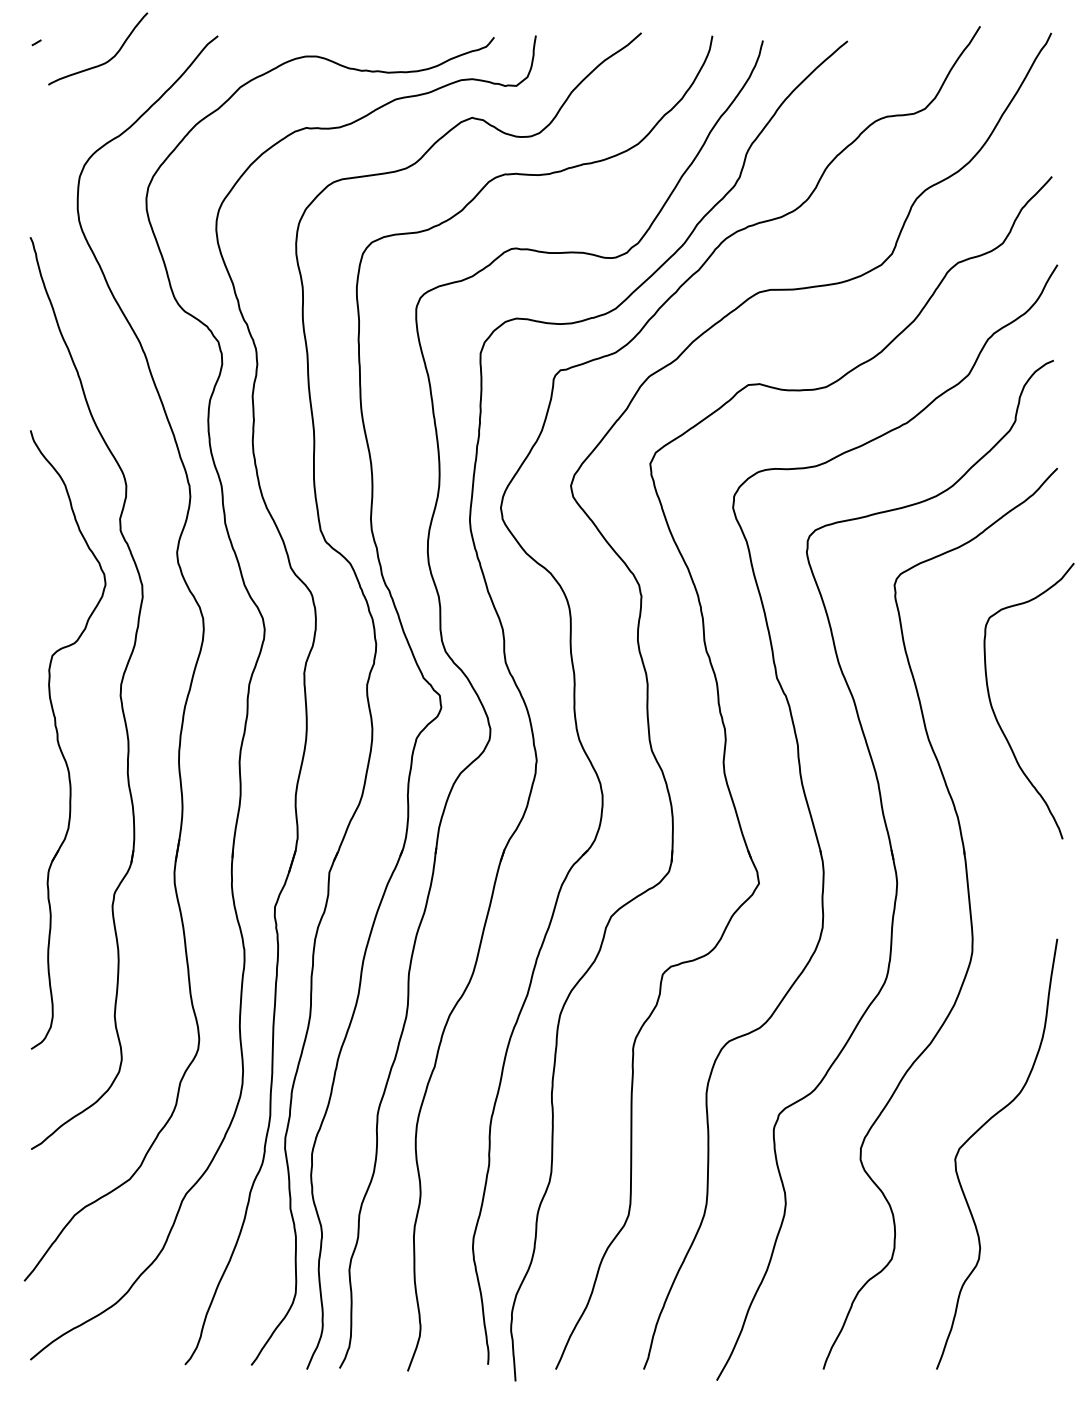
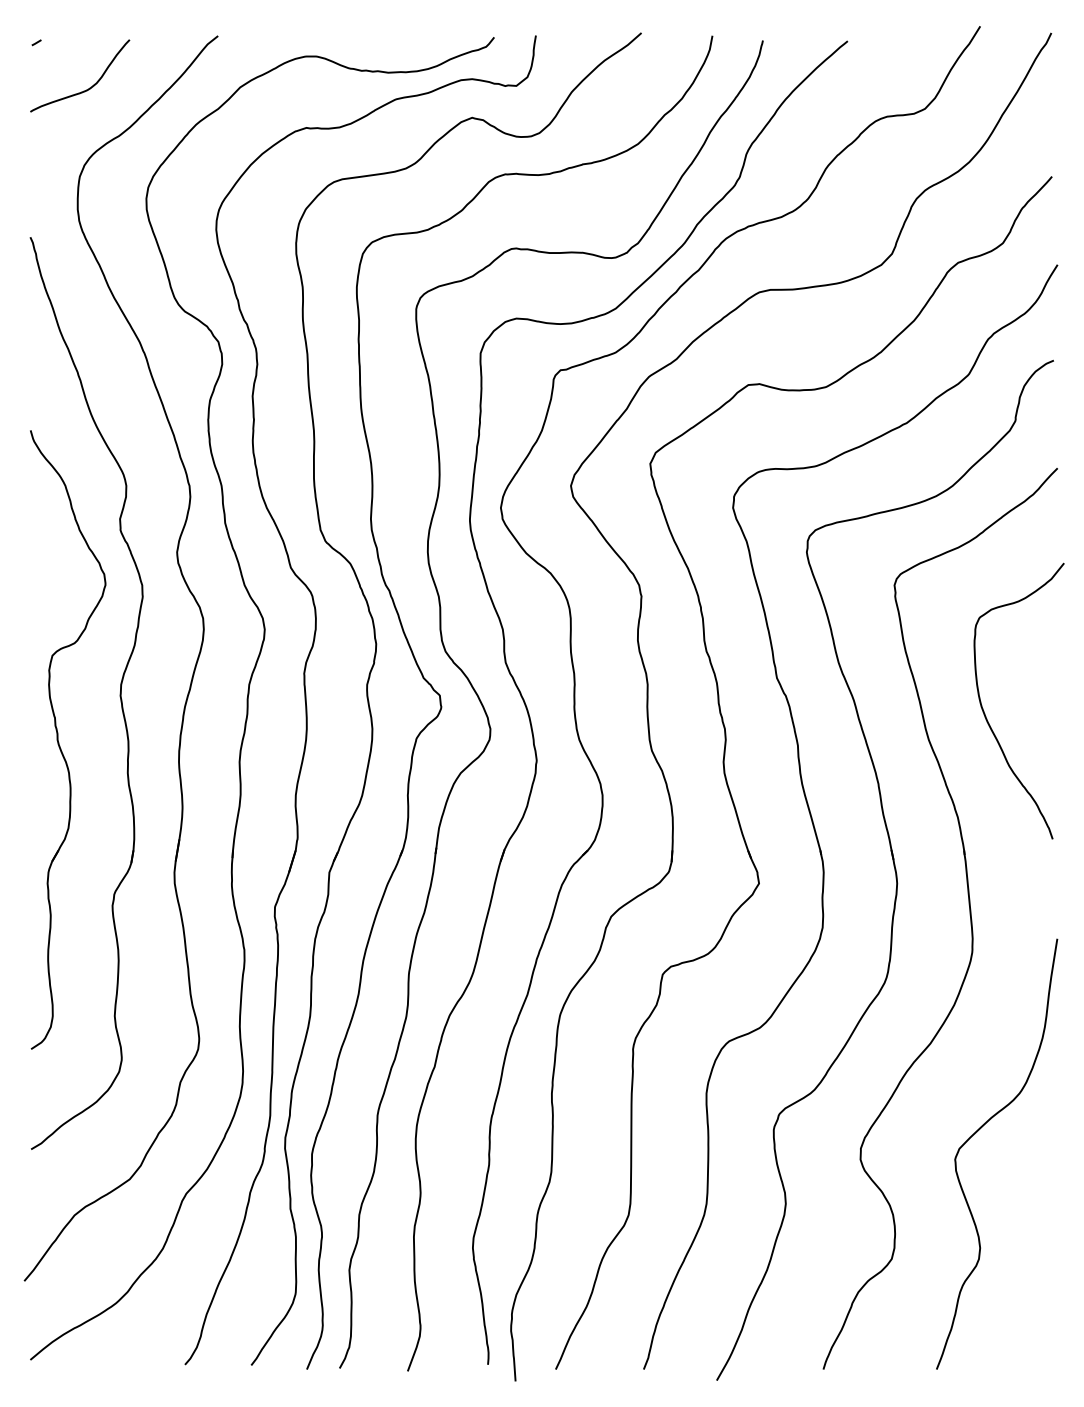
curve at (107, 60) position: (107, 60) -> (89, 87)
curve at (995, 713) position: (995, 713) -> (985, 713)
